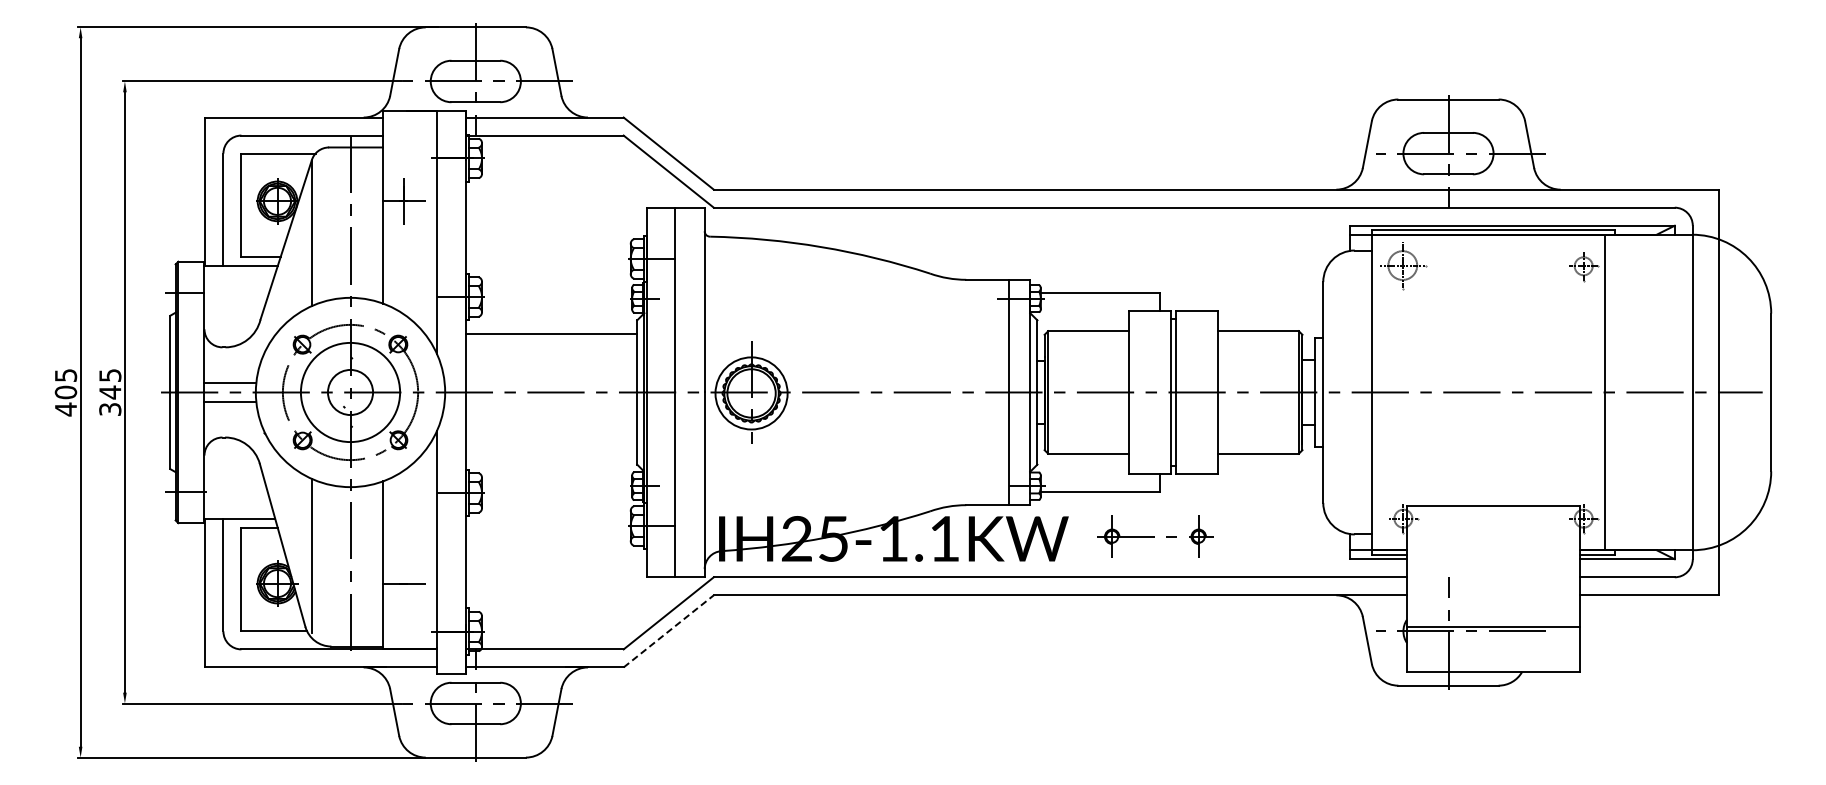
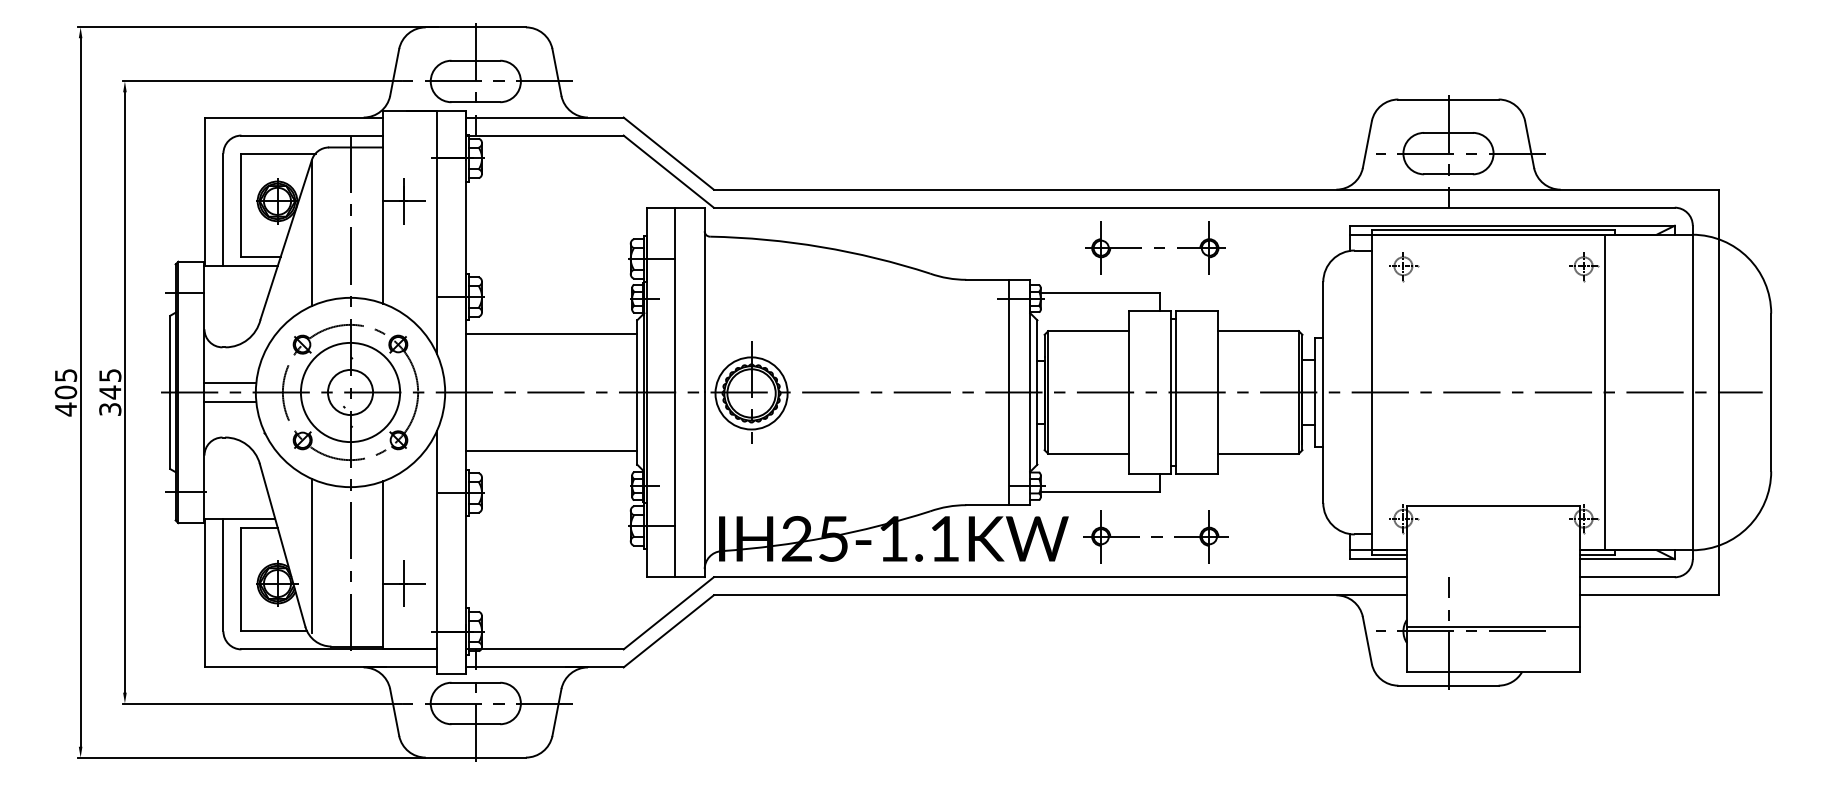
part at (1155, 247): none -> present
part at (1403, 266) size: 48x49 px -> 31x31 px
line at (551, 451): none -> present
part at (1155, 536) size: 117x43 px -> 146x54 px
line at (403, 583): none -> present
line at (668, 631): dashed -> solid
